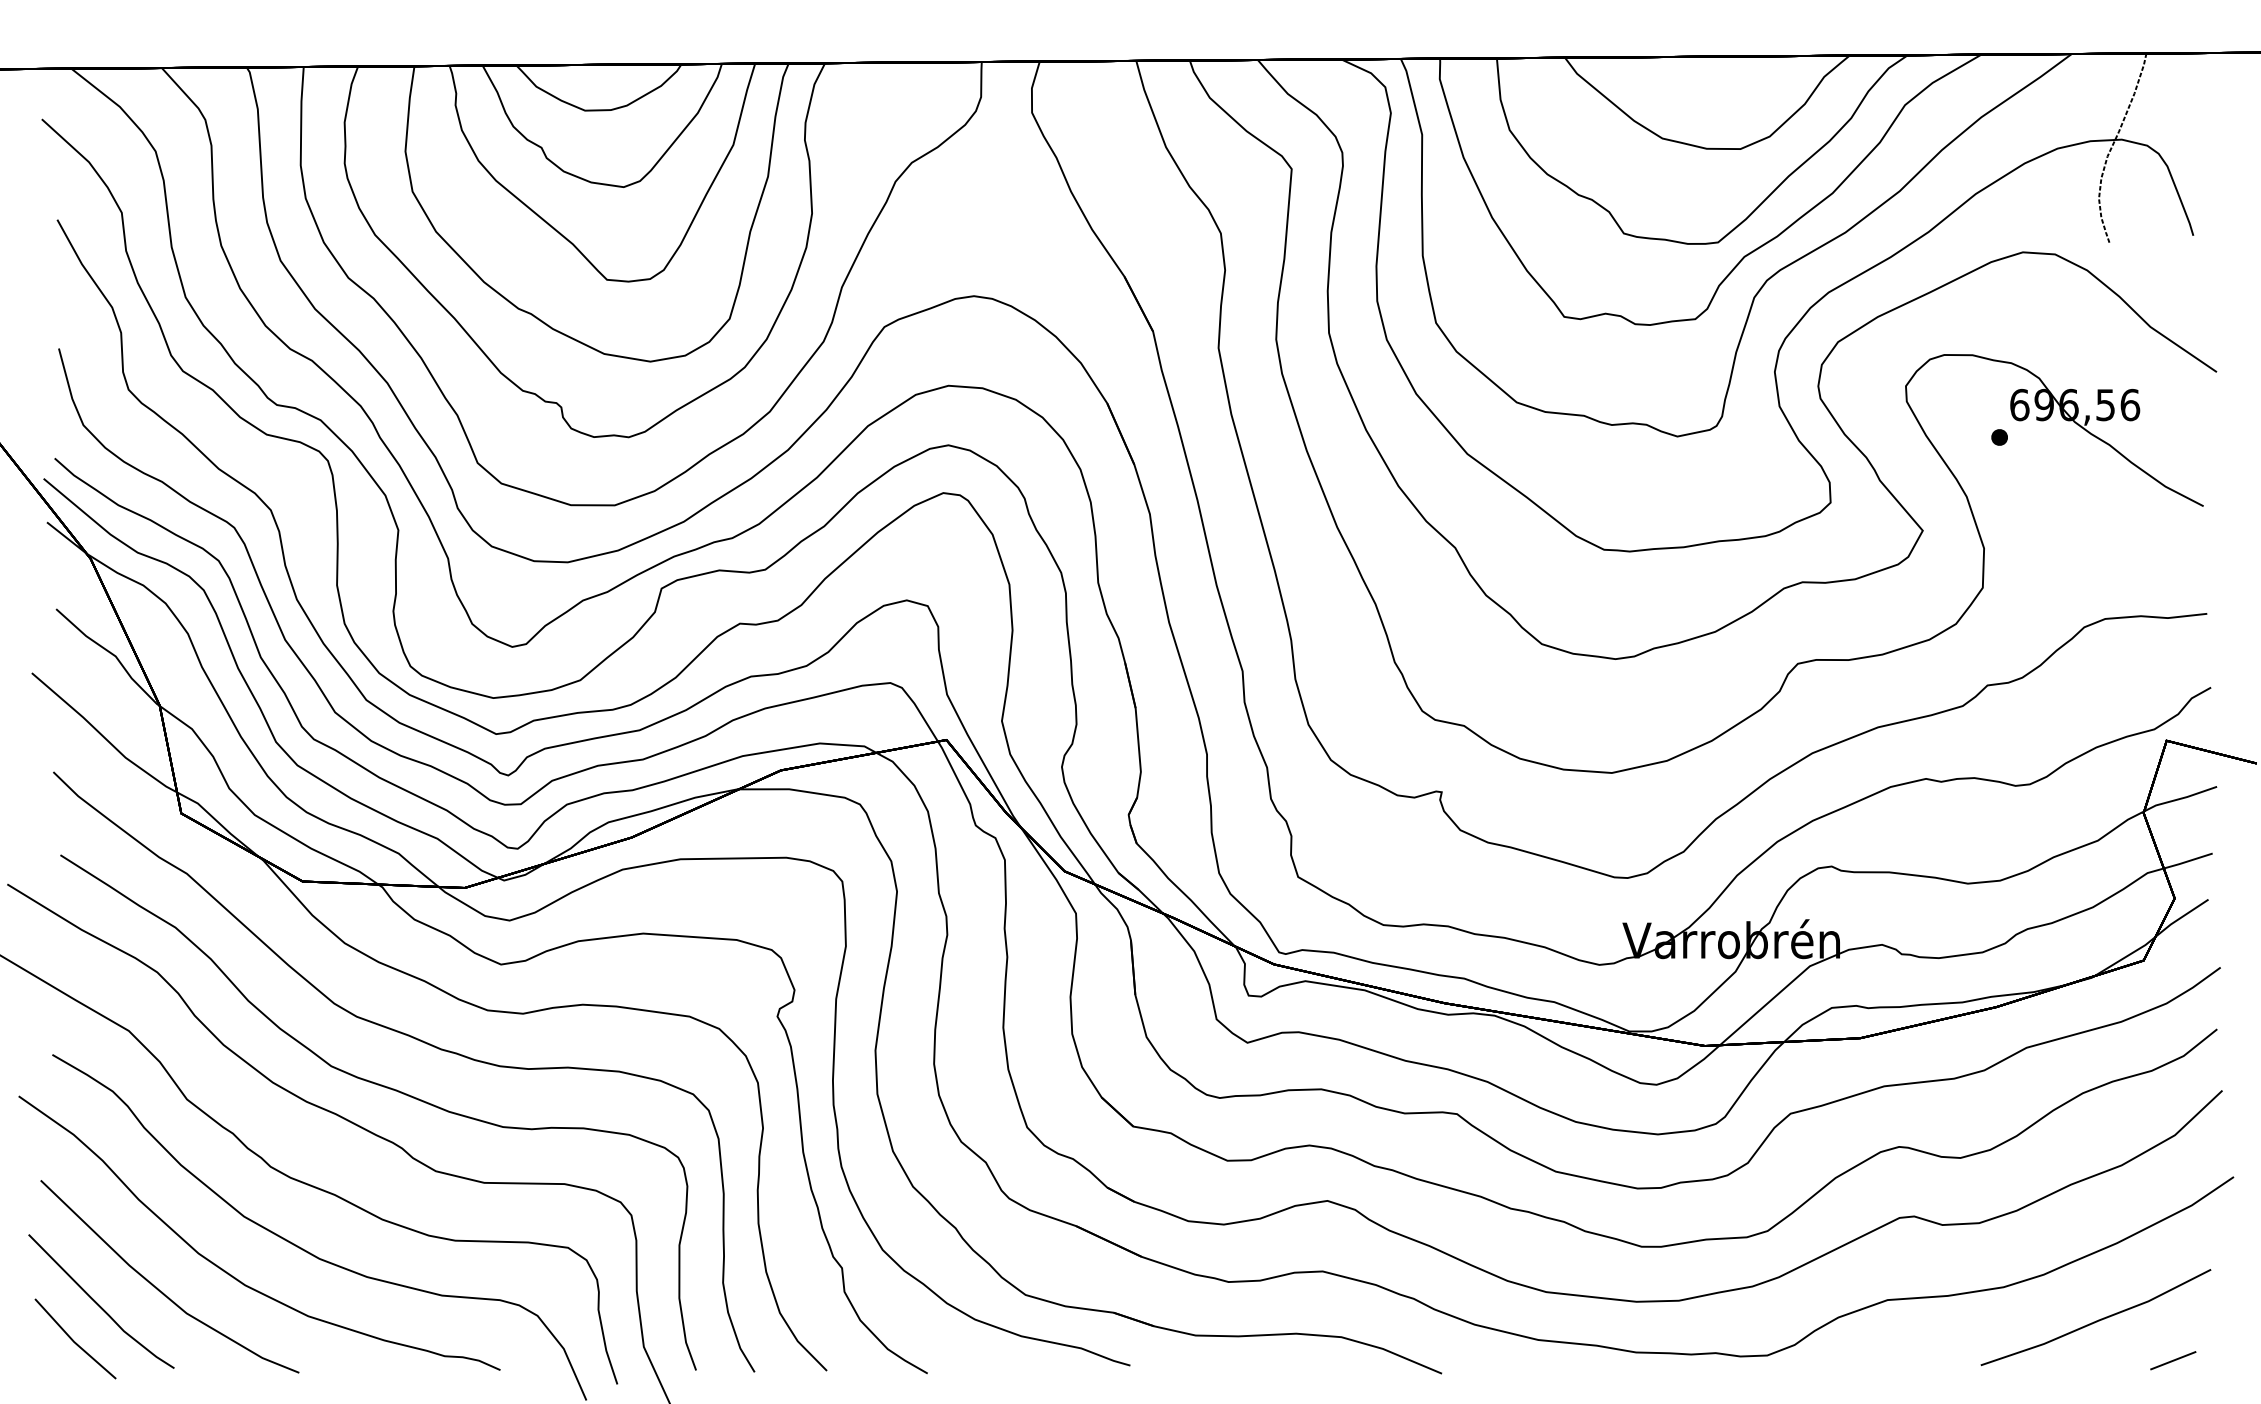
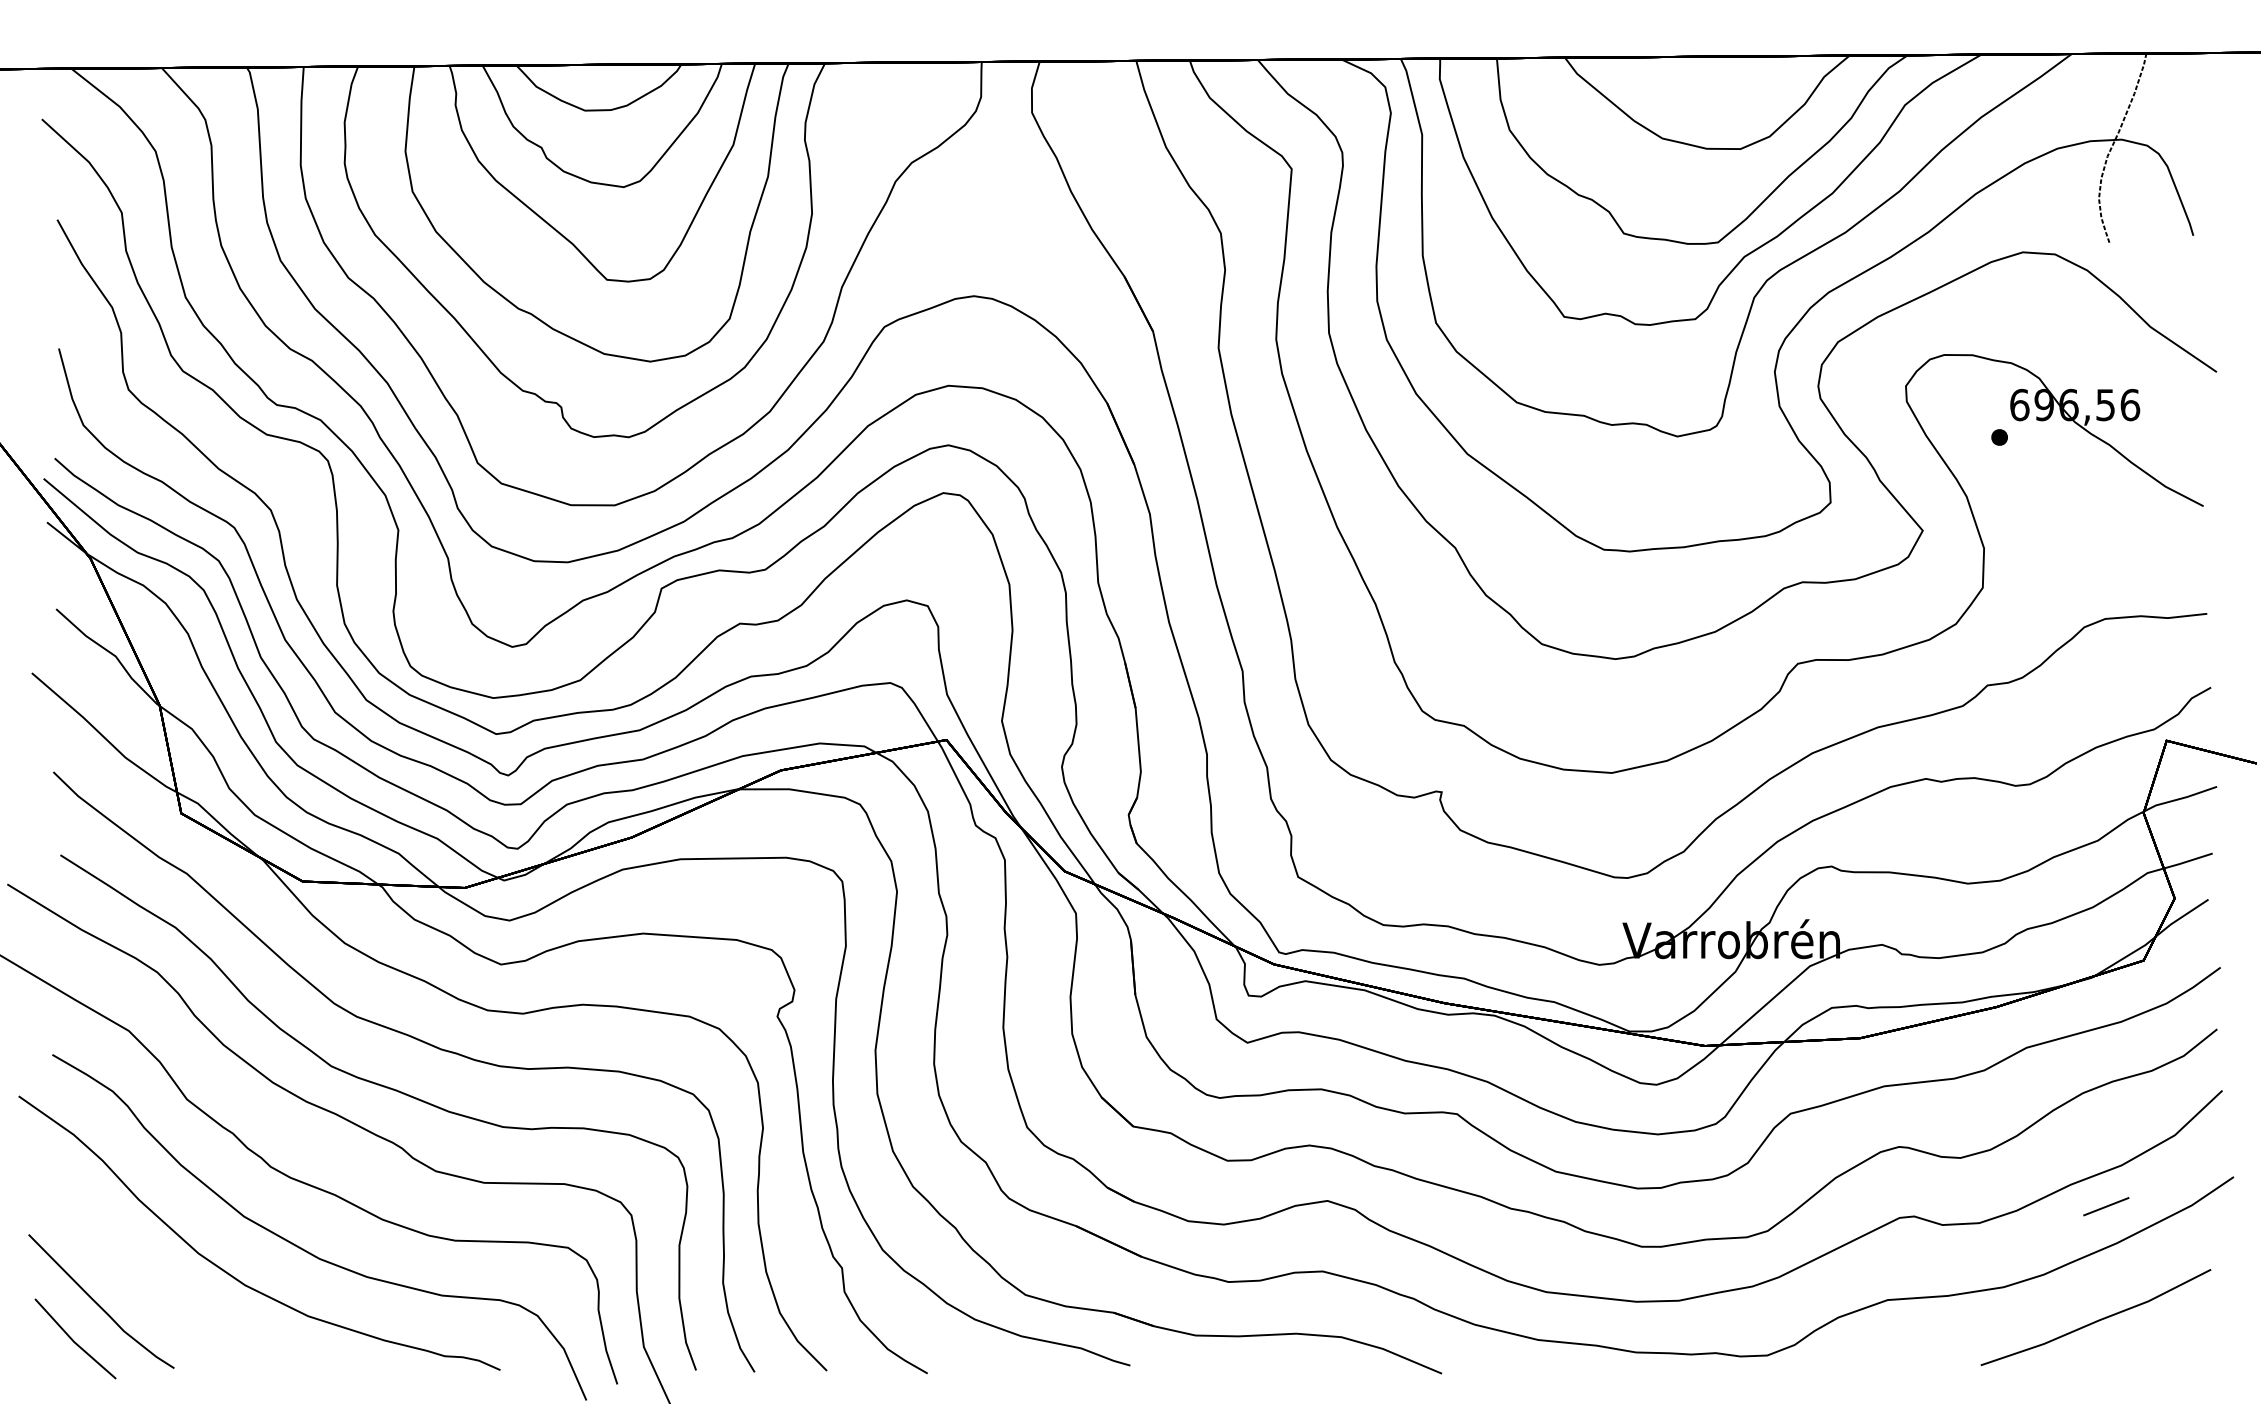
part at (157, 1287): present -> none
line at (2173, 1360) position: (2173, 1360) -> (2106, 1206)
